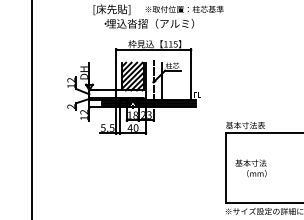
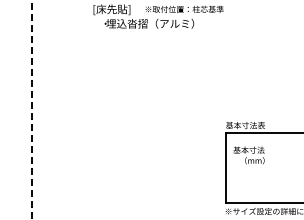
part at (133, 87): present -> none
line at (31, 110): solid -> dashed
text at (250, 168) position: (250, 168) -> (248, 155)
